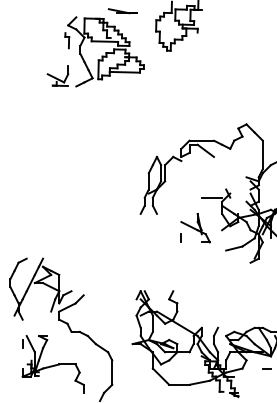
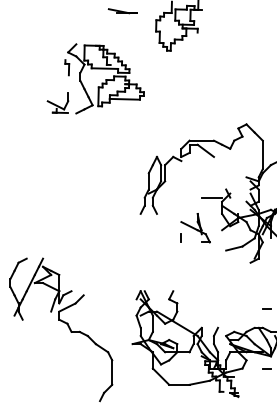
part at (101, 55) position: (101, 55) -> (101, 82)
line at (266, 308): none -> present
part at (52, 364): present -> none
